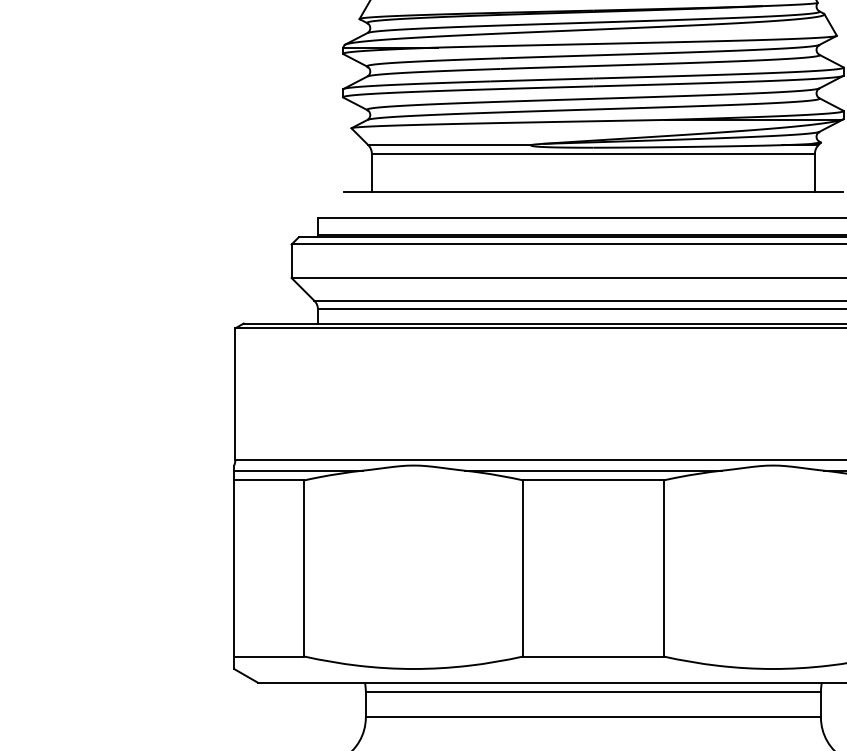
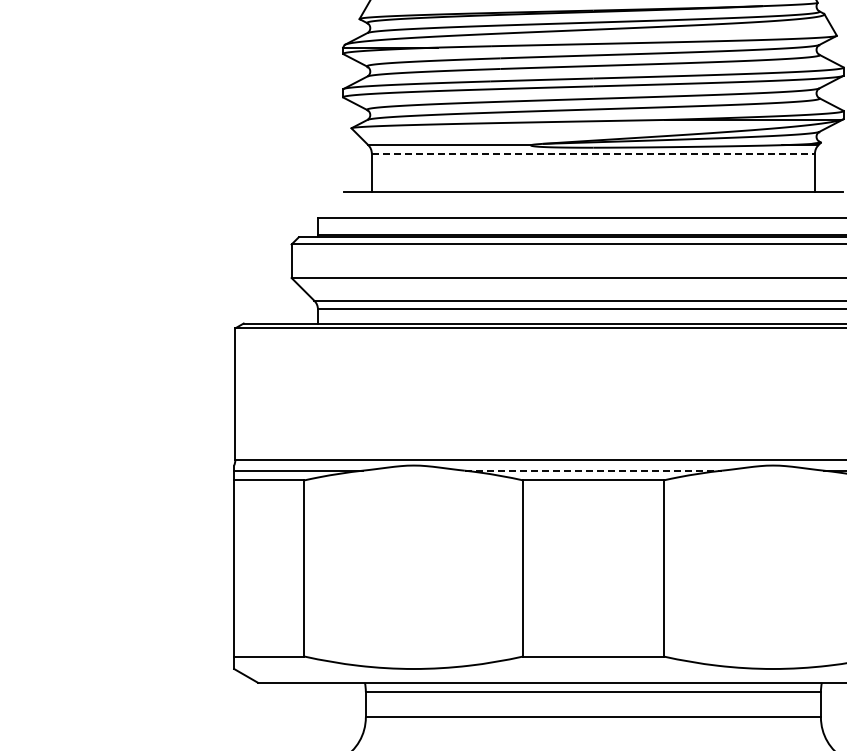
line at (593, 153): solid -> dashed
line at (593, 470): solid -> dashed
